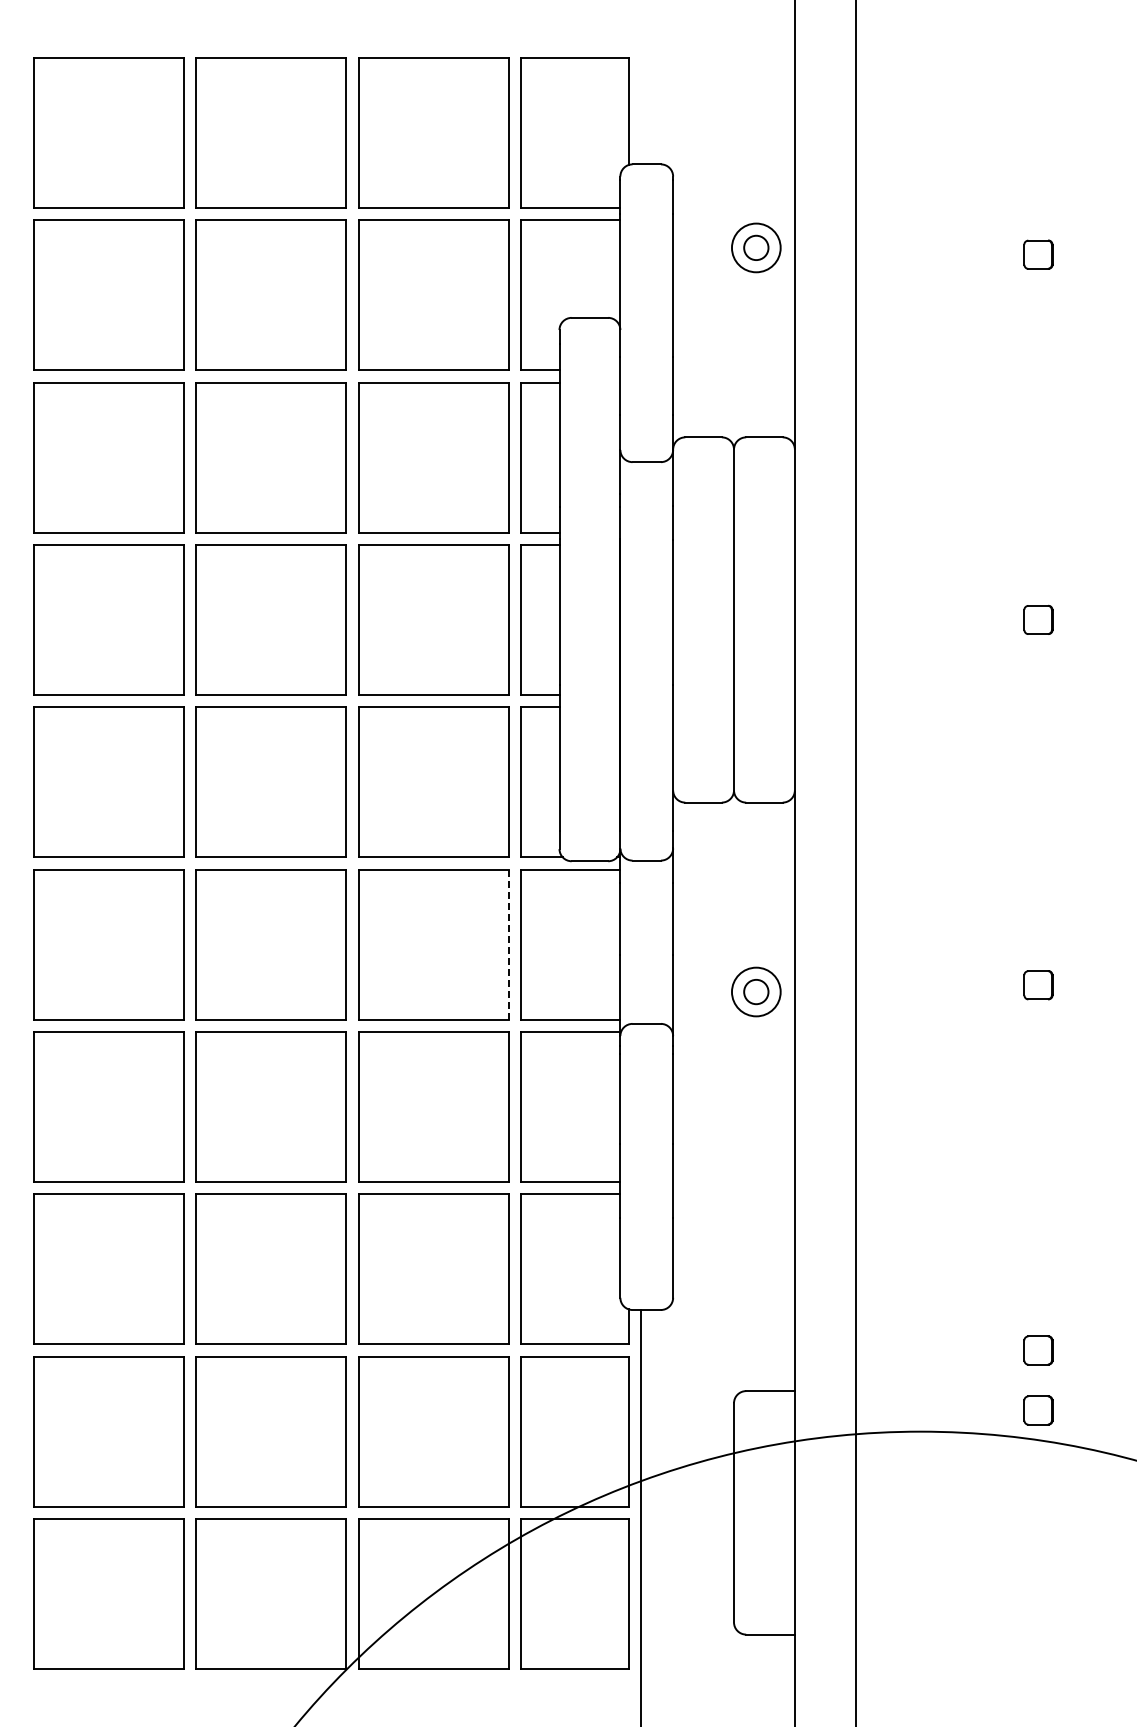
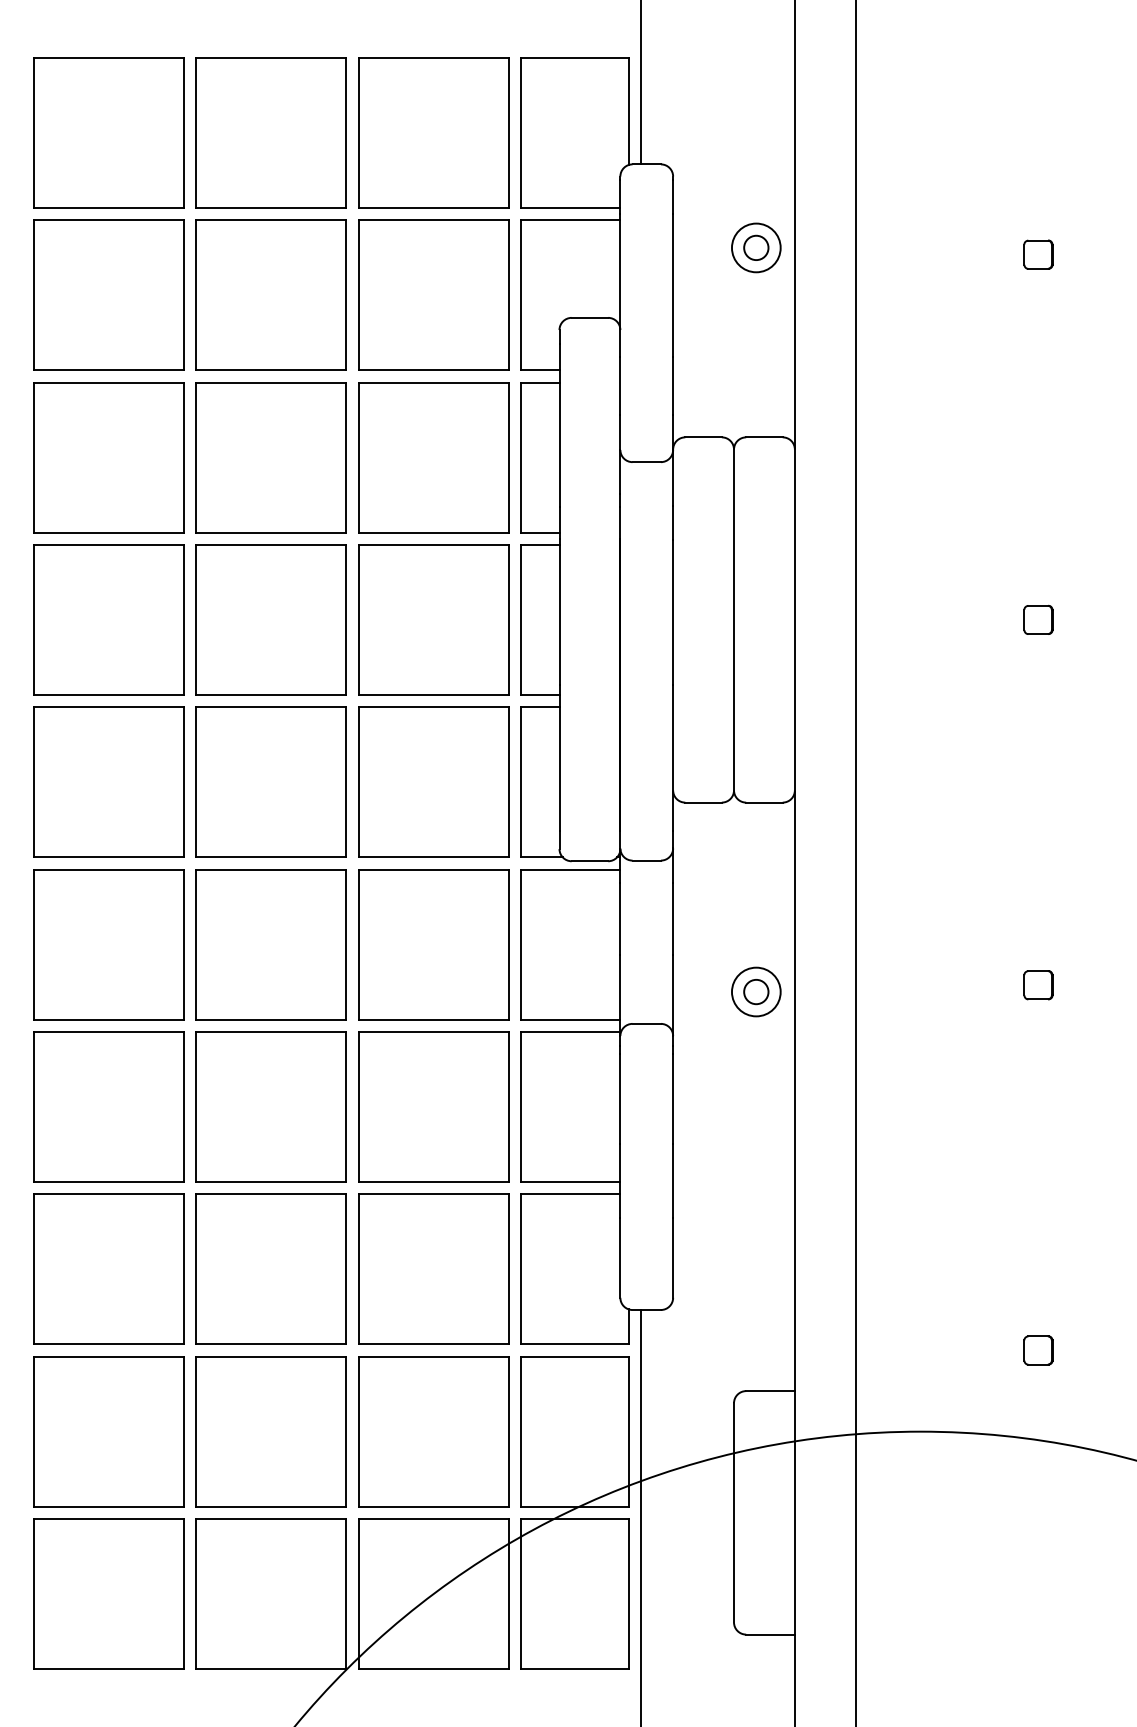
line at (640, 83): none -> present
line at (508, 944): dashed -> solid
part at (1038, 1410): present -> none
